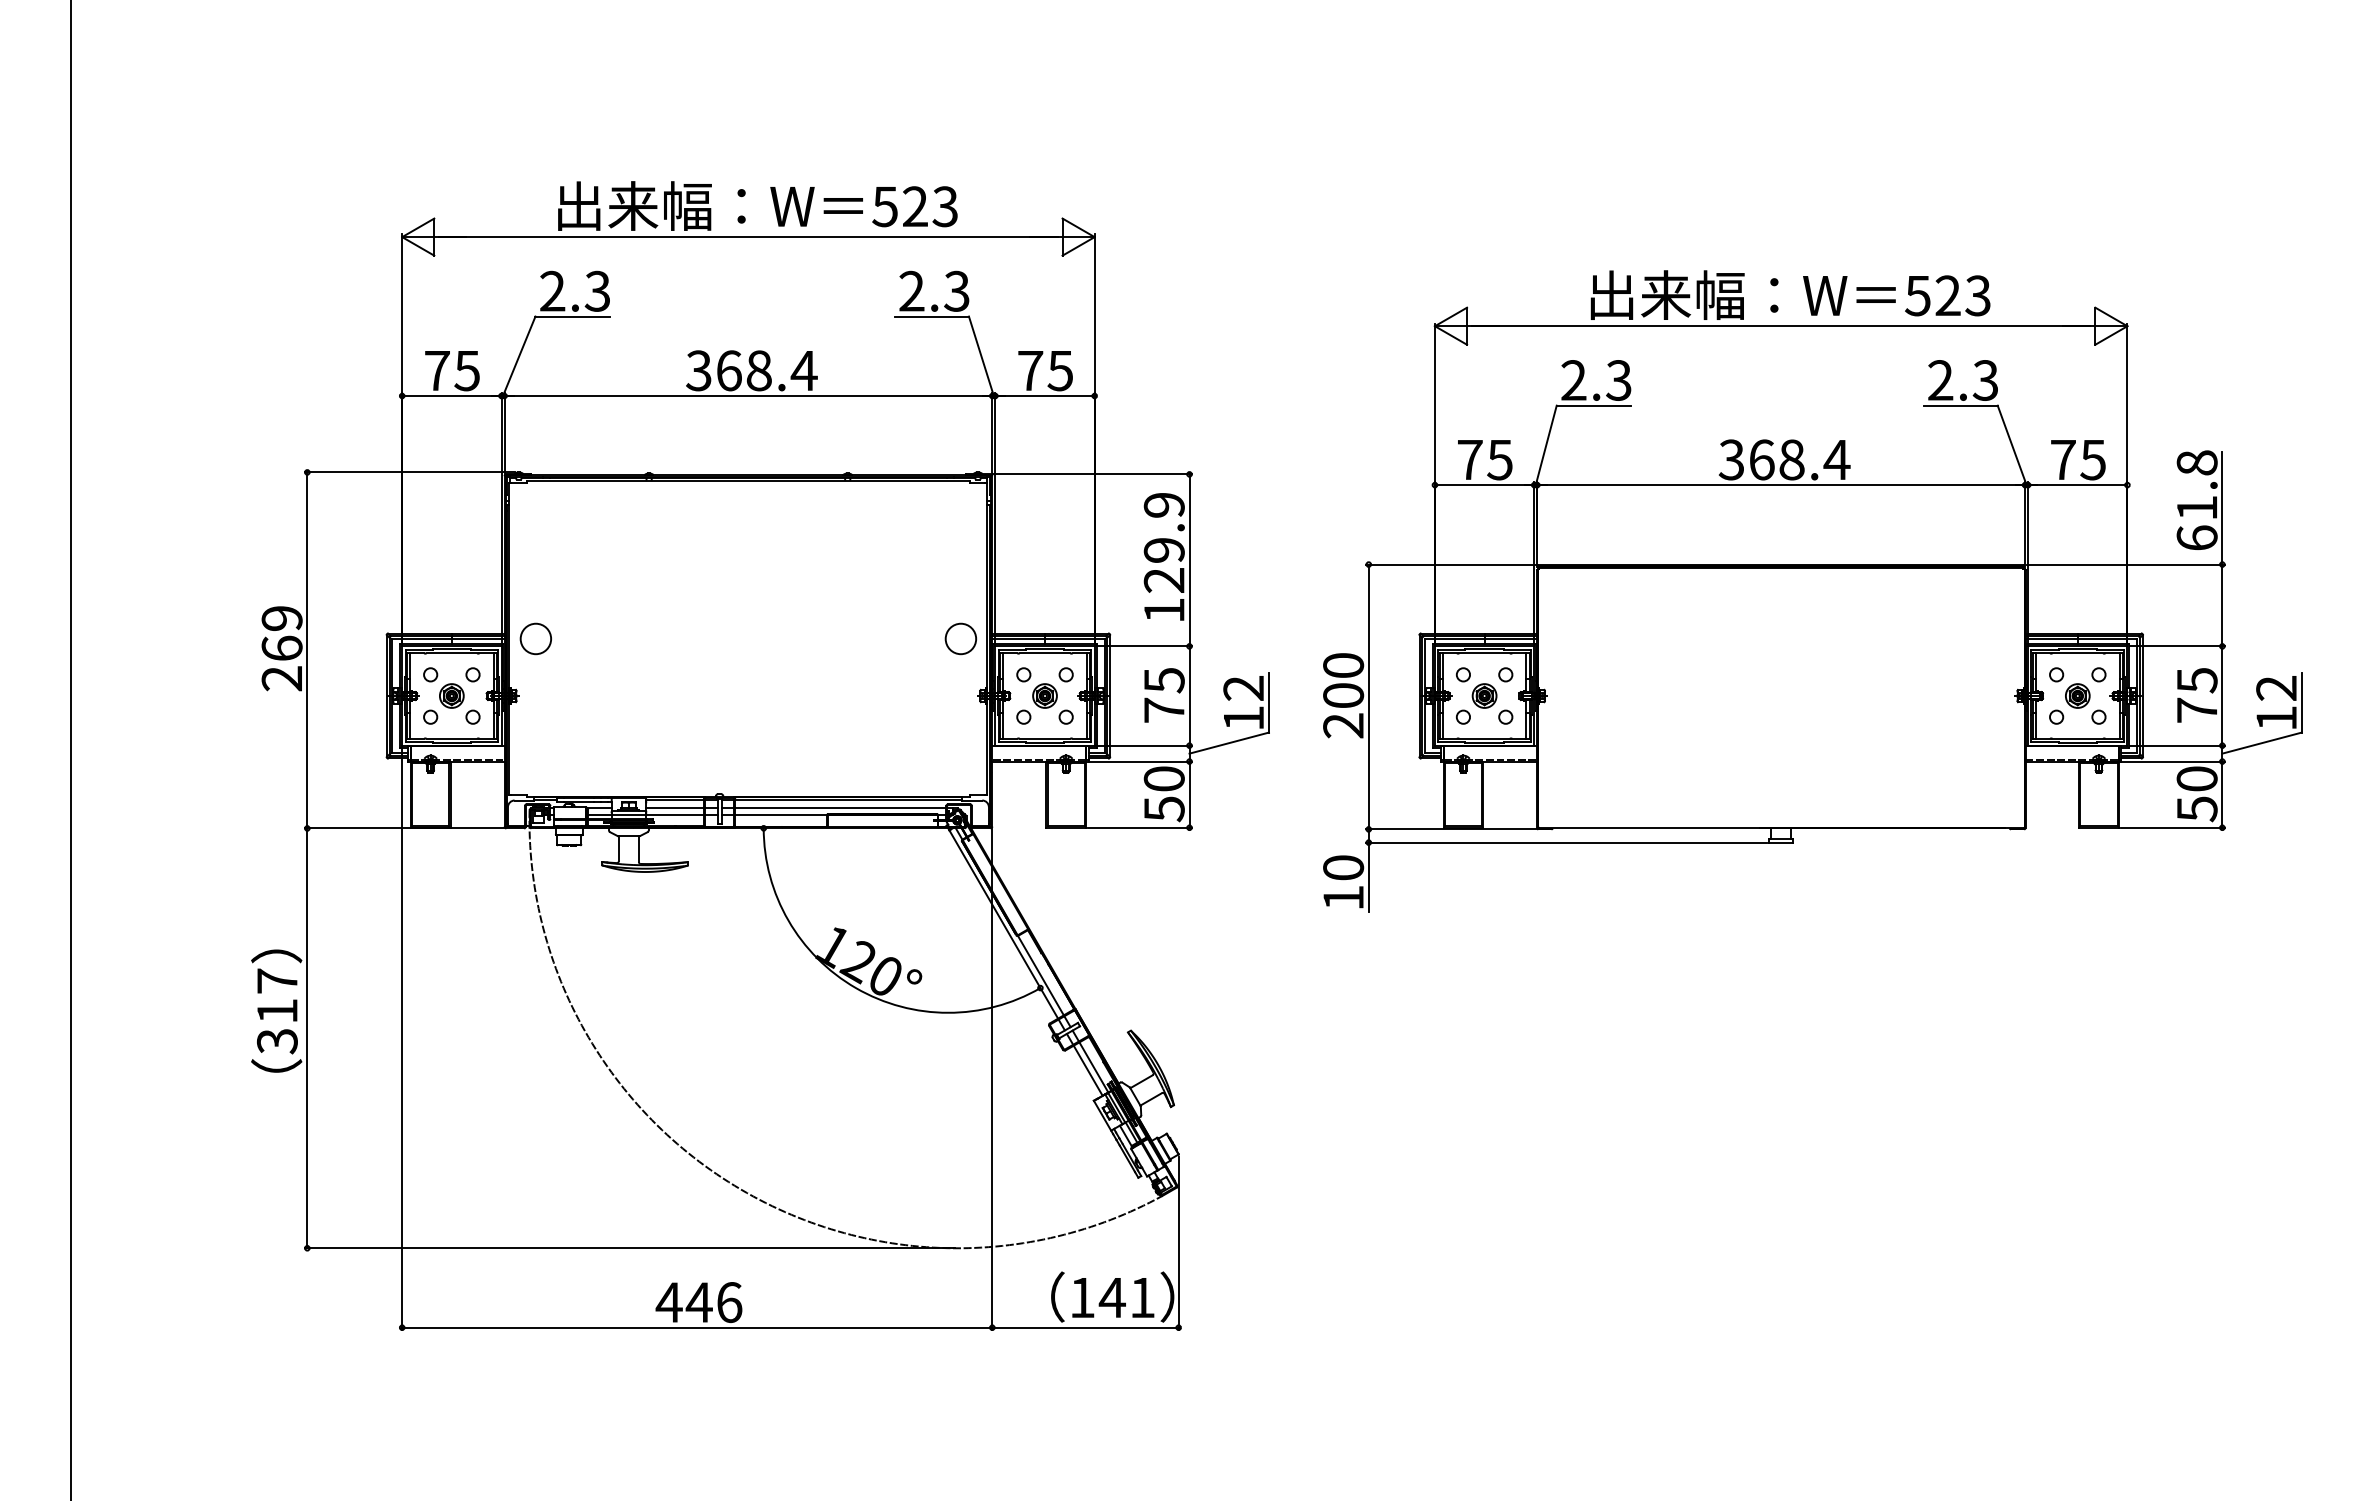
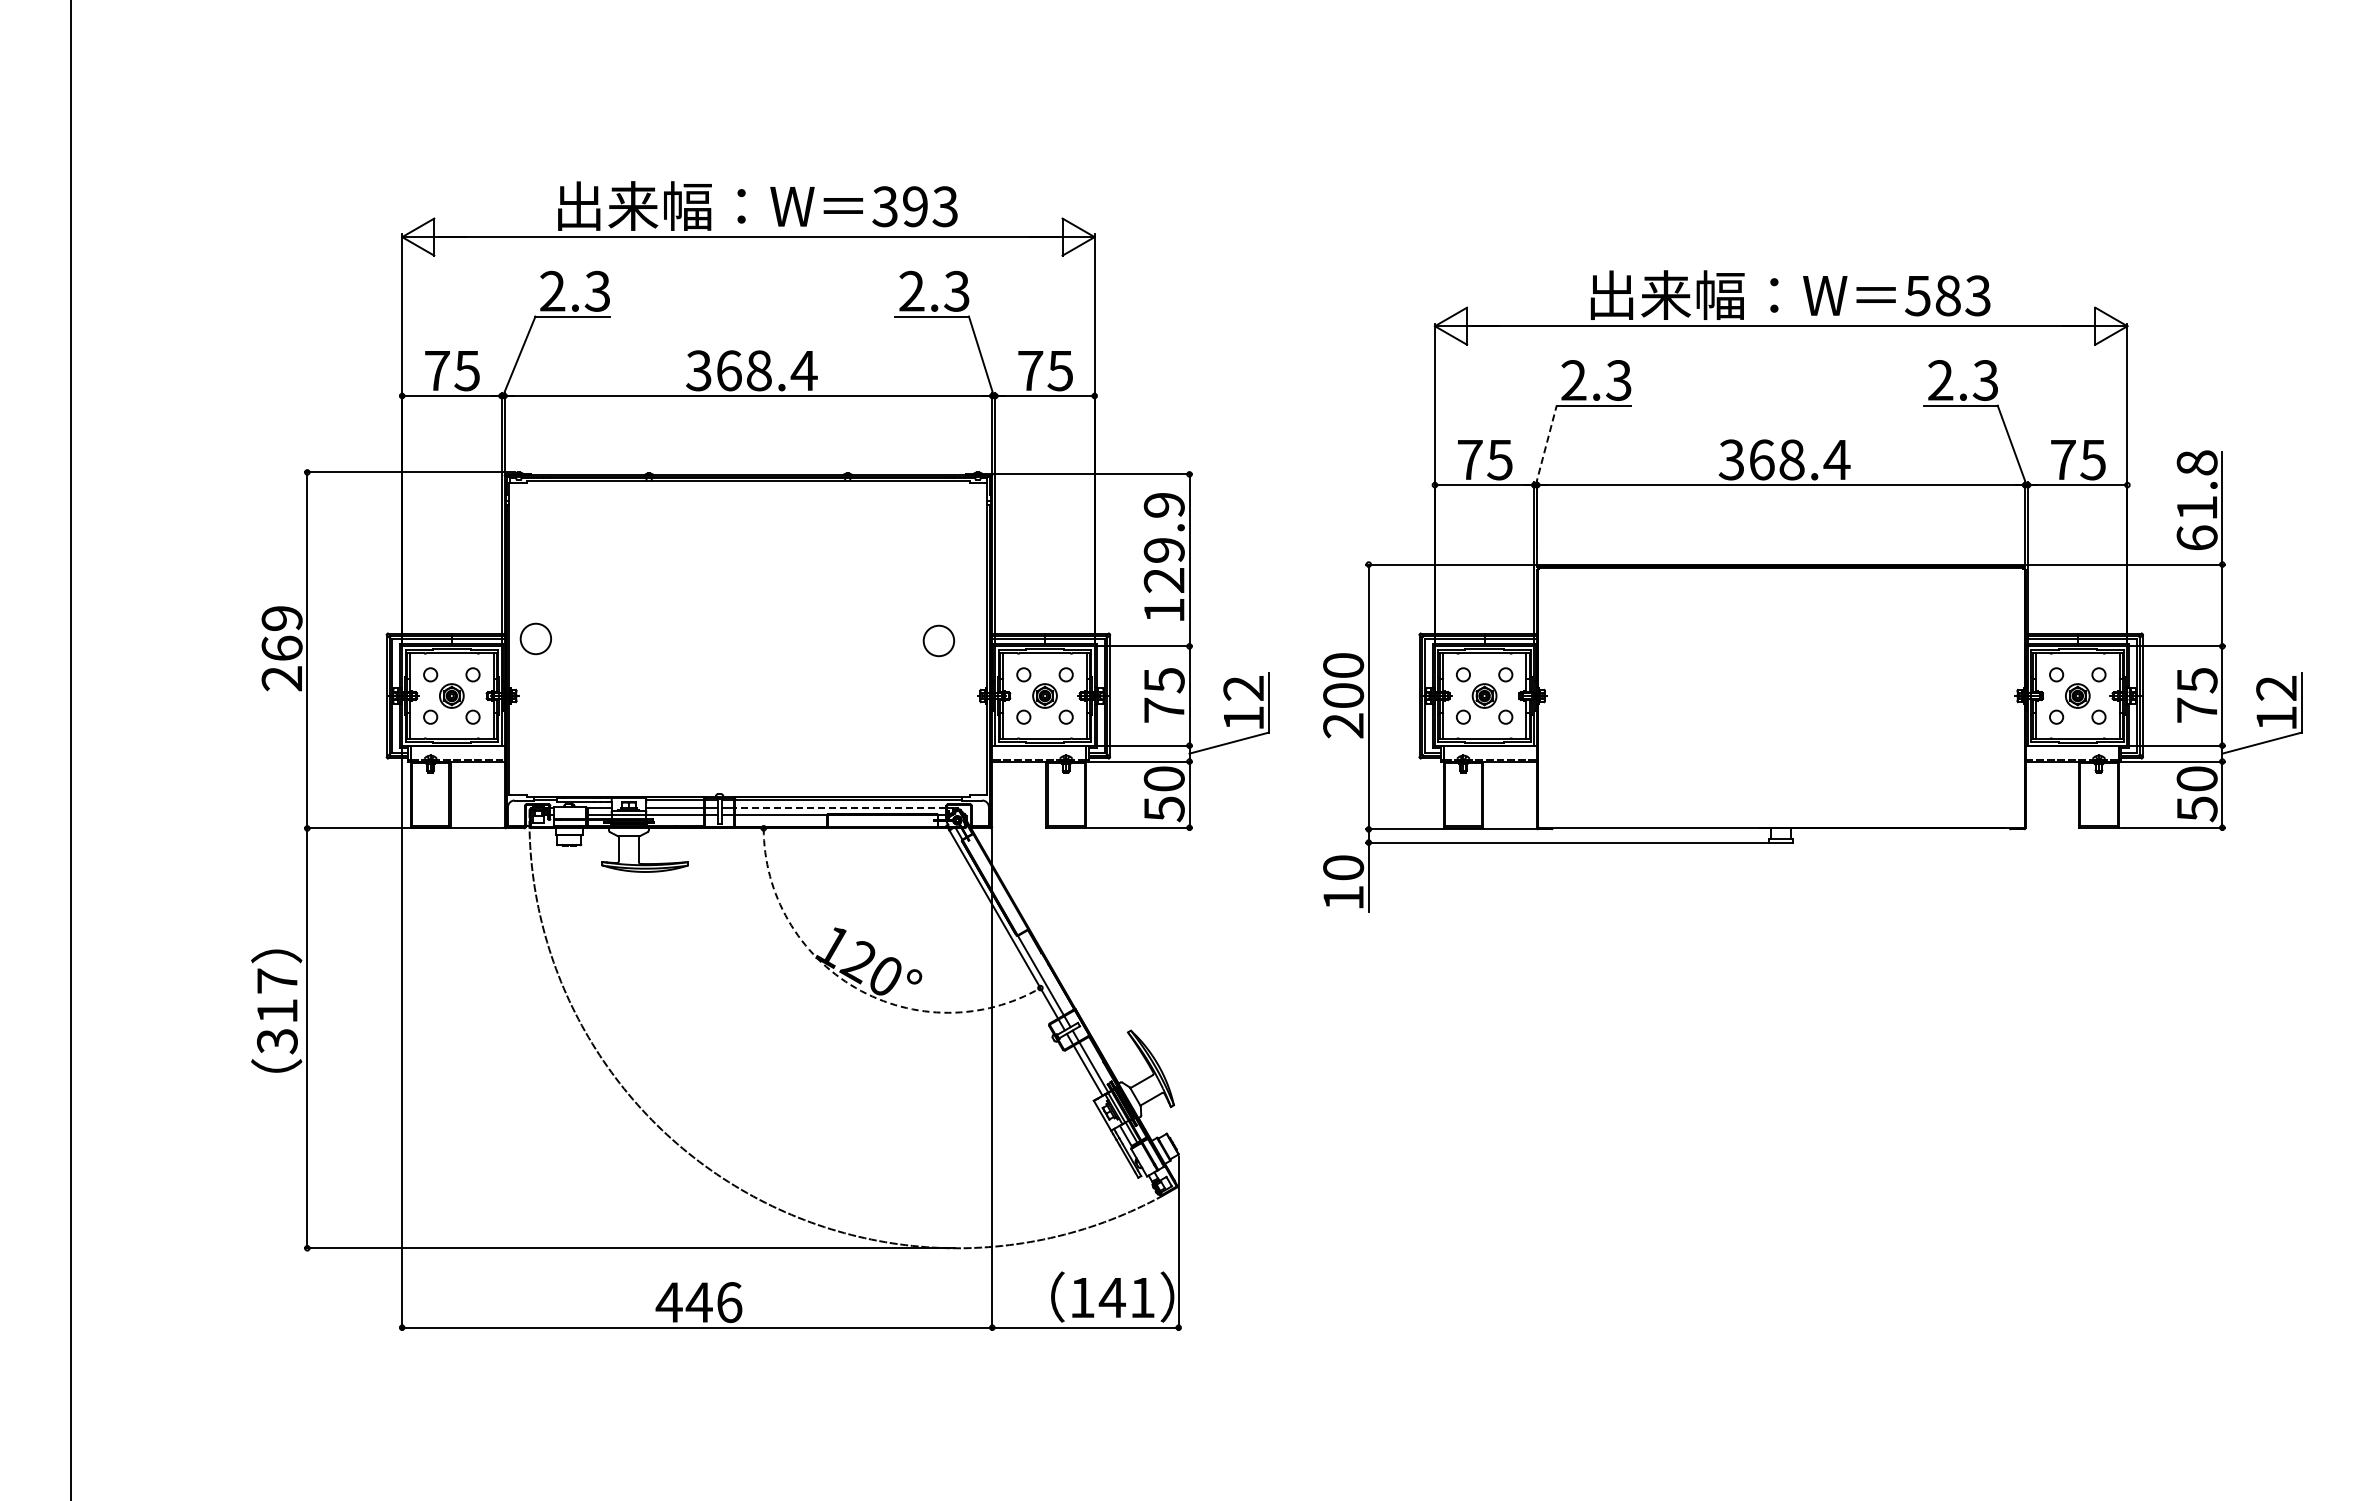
text at (899, 206): 523 -> 393
text at (1947, 295): 523 -> 583
line at (1546, 444): solid -> dashed
circle at (960, 638) position: (960, 638) -> (938, 640)
line at (840, 808): solid -> dashed
arc at (855, 988): solid -> dashed
